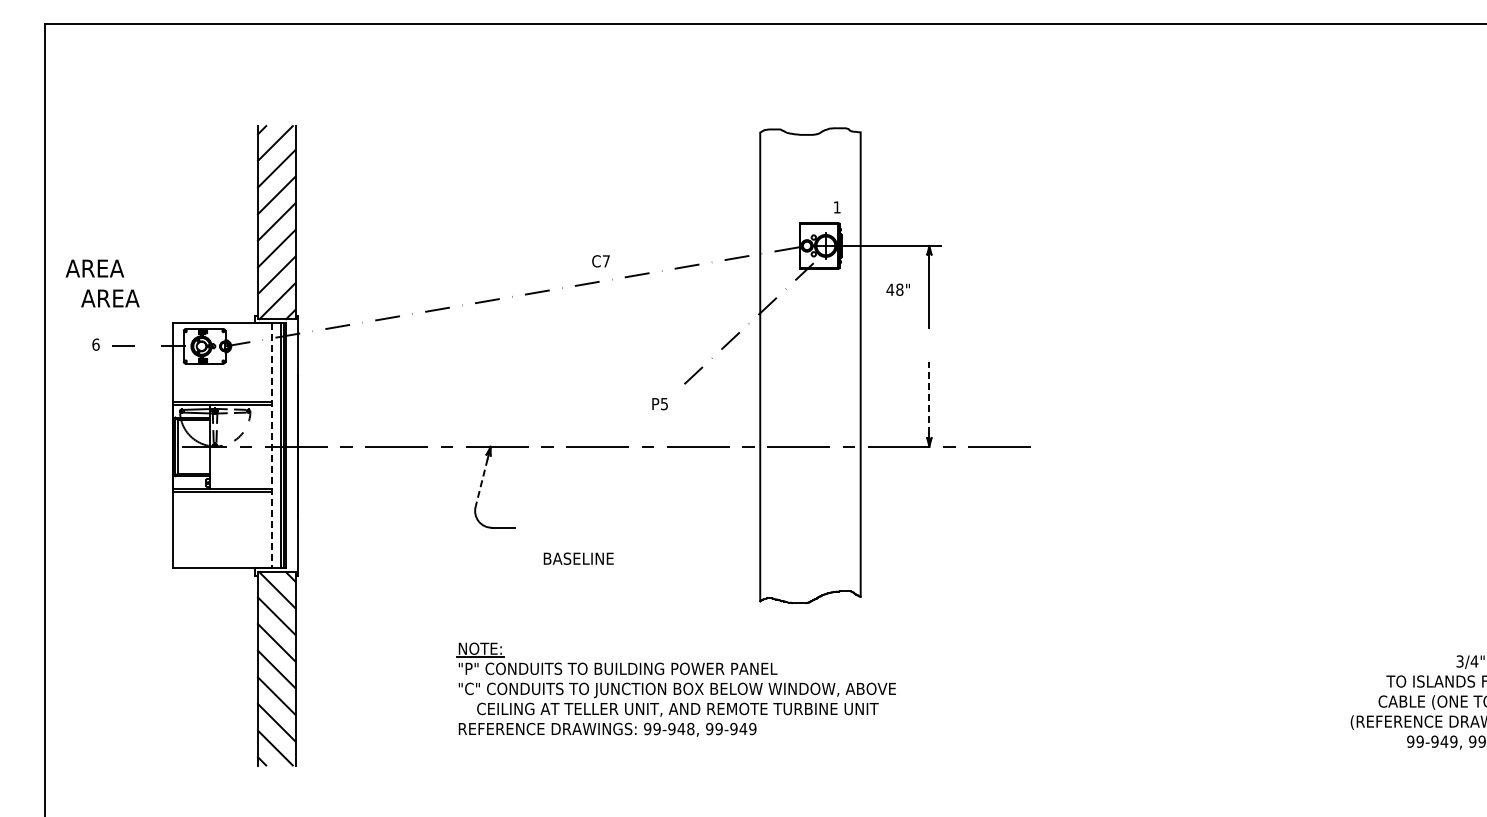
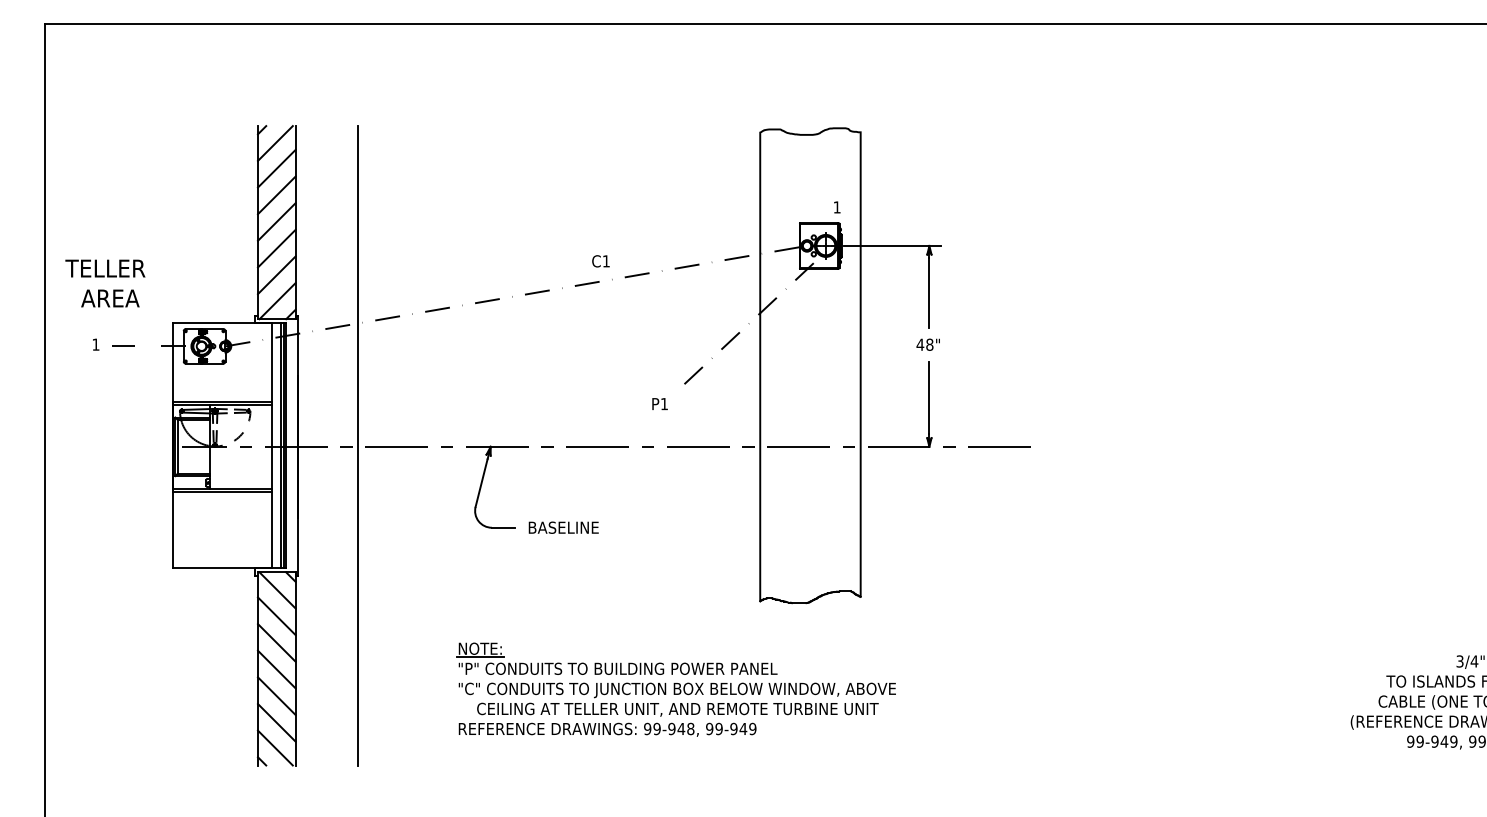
text at (606, 261): C7 -> C1
text at (105, 268): AREA -> TELLER
text at (897, 289) position: (897, 289) -> (927, 344)
text at (95, 344): 6 -> 1
line at (929, 397): dashed -> solid
text at (664, 404): P5 -> P1
line at (358, 445): none -> present
line at (271, 446): dashed -> solid
line at (481, 482): dashed -> solid
text at (578, 558) position: (578, 558) -> (563, 527)
